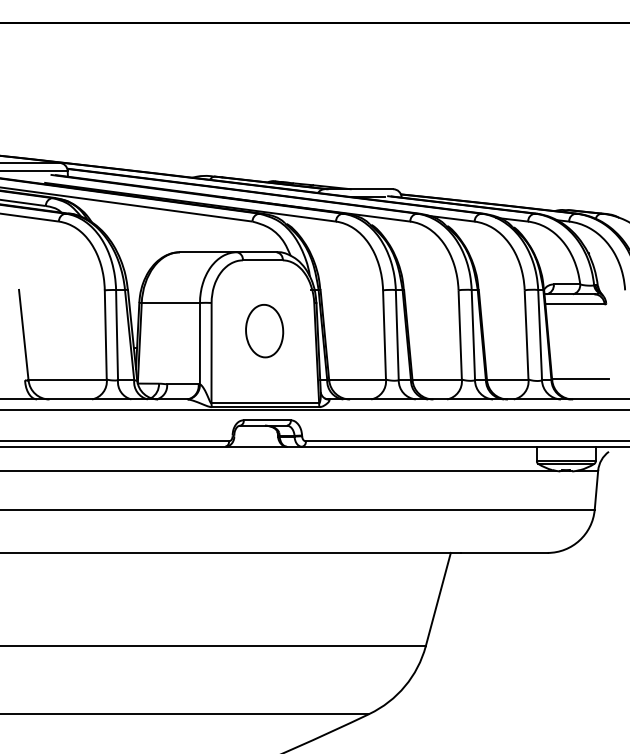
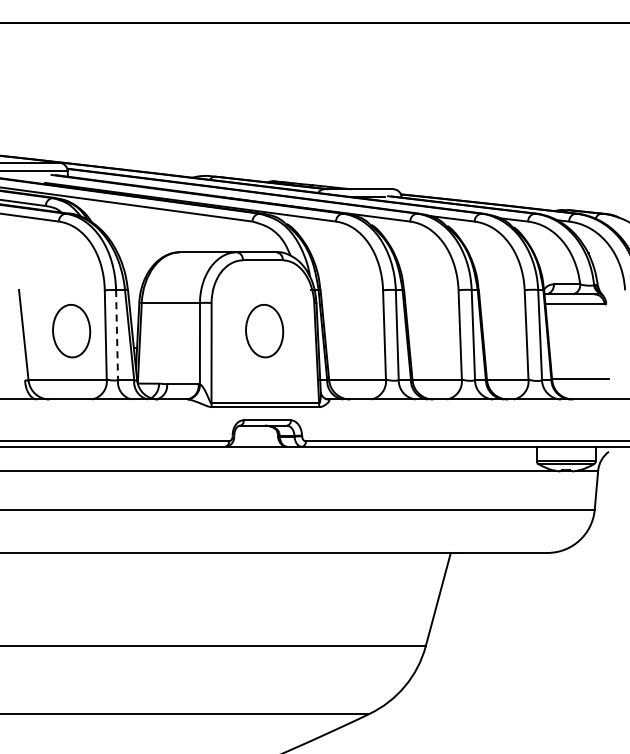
part at (71, 331): none -> present
line at (117, 335): solid -> dashed
line at (314, 409): present -> none
